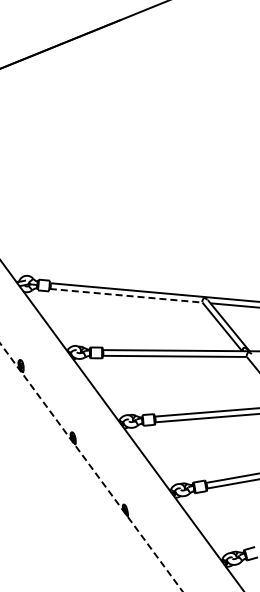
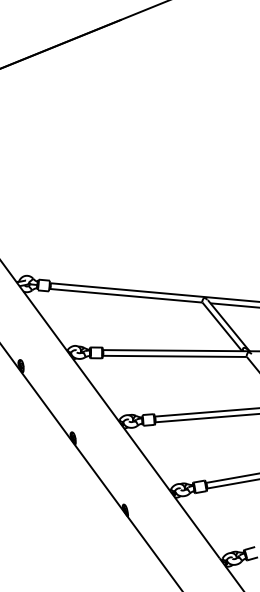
line at (126, 295): dashed -> solid
line at (91, 467): dashed -> solid
